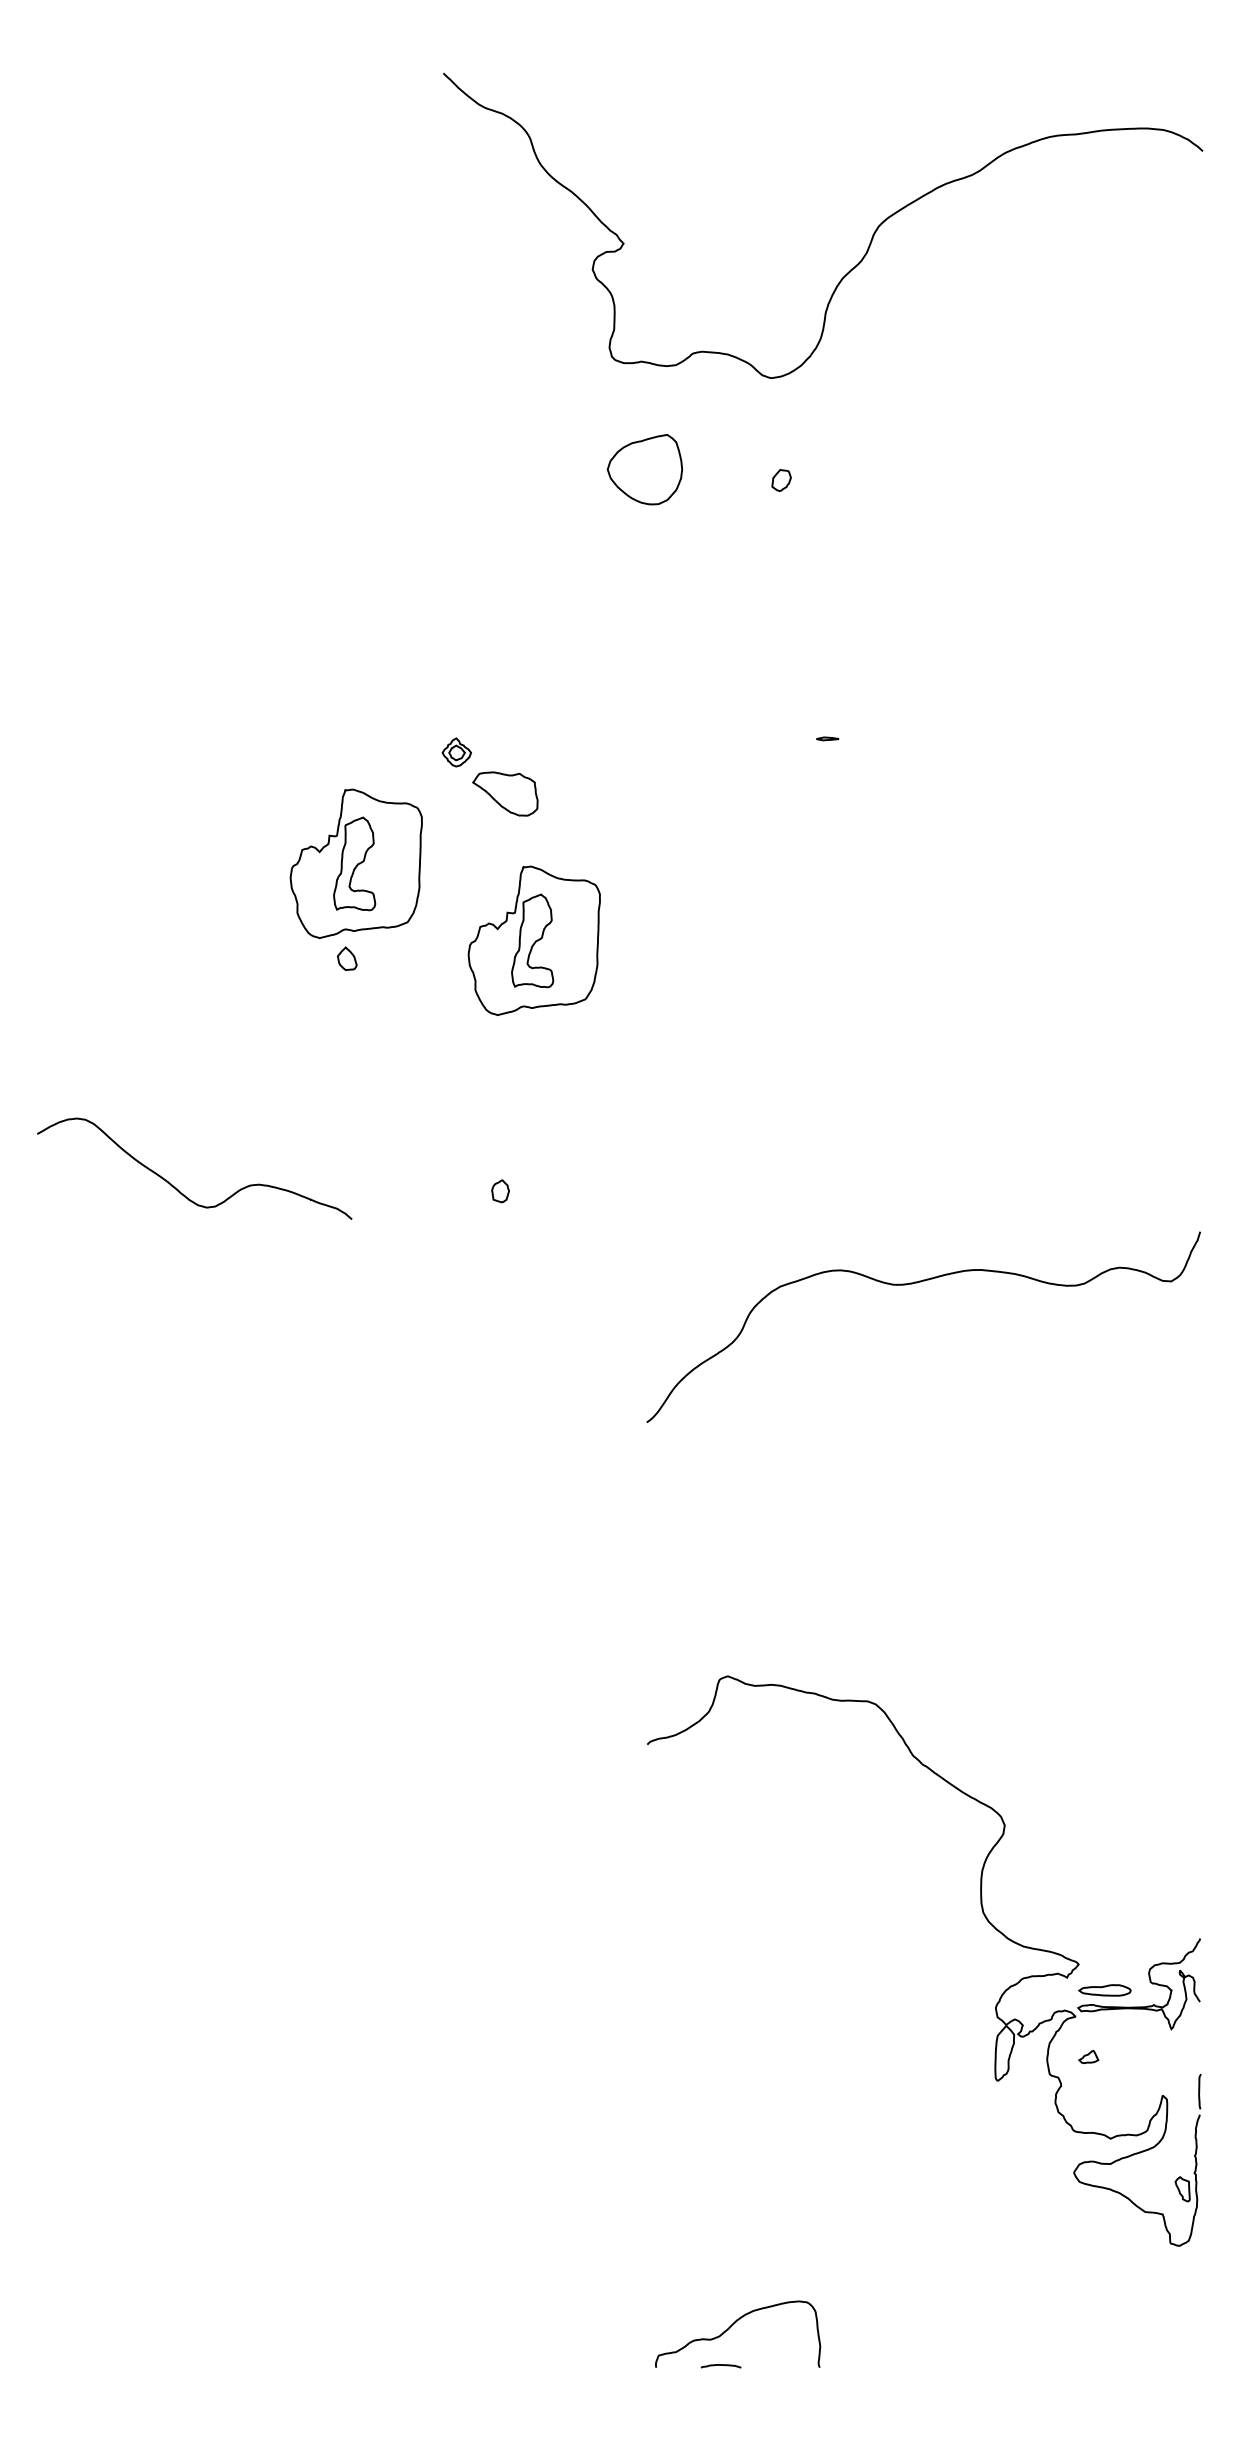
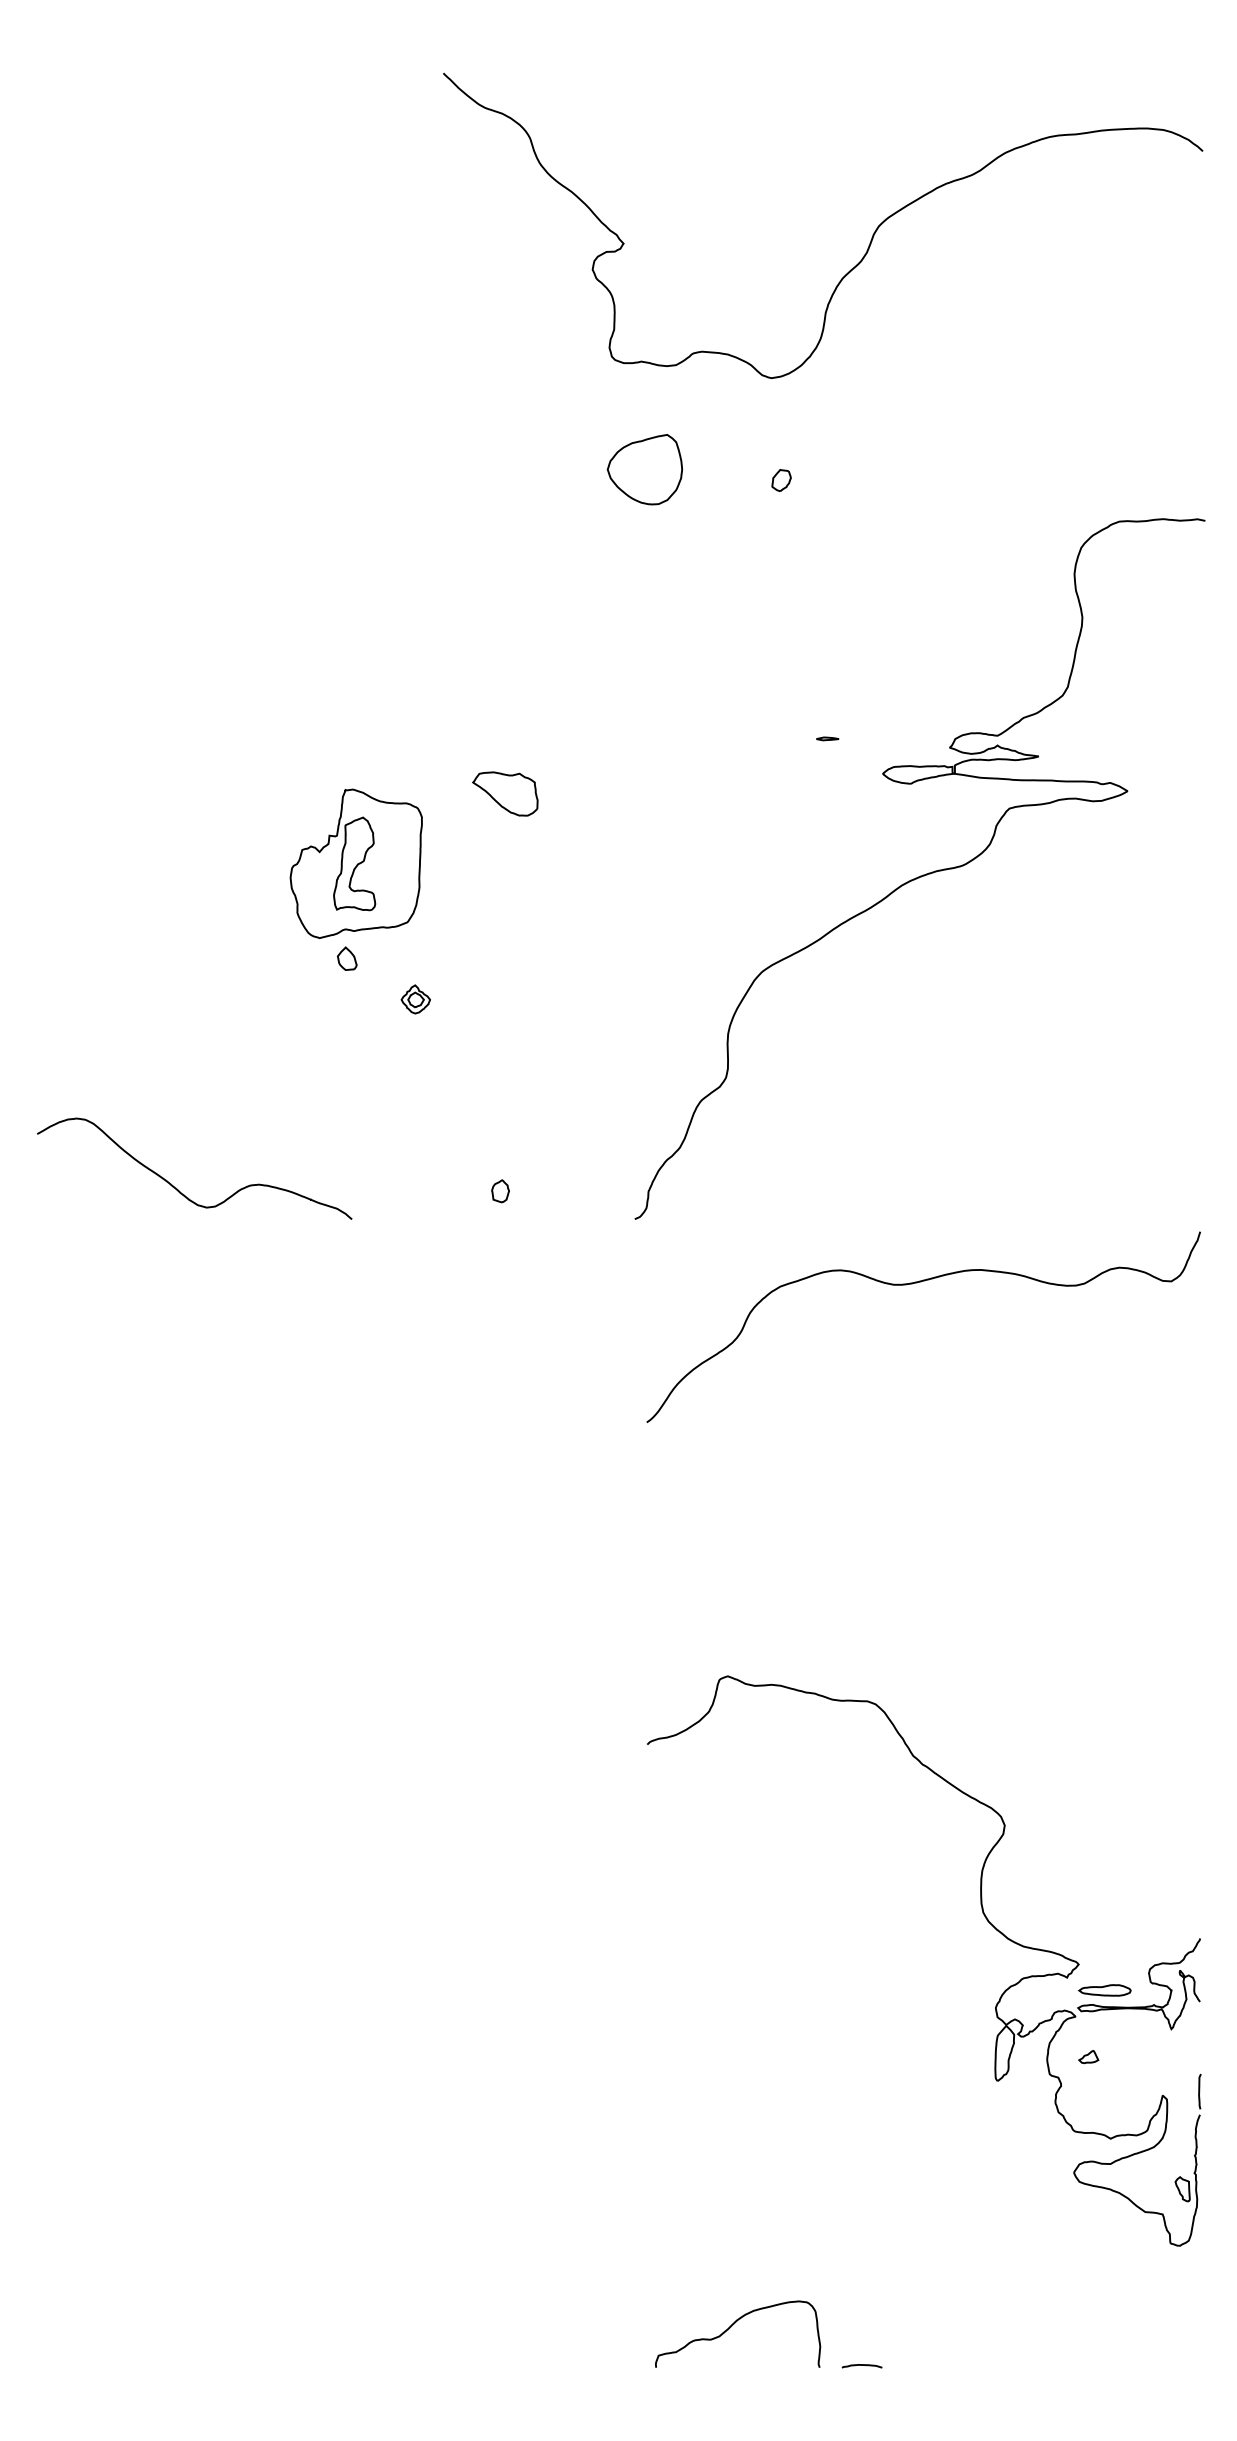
part at (456, 752) position: (456, 752) -> (415, 999)
part at (920, 875): none -> present
part at (533, 940): present -> none
curve at (720, 2365) position: (720, 2365) -> (861, 2365)
